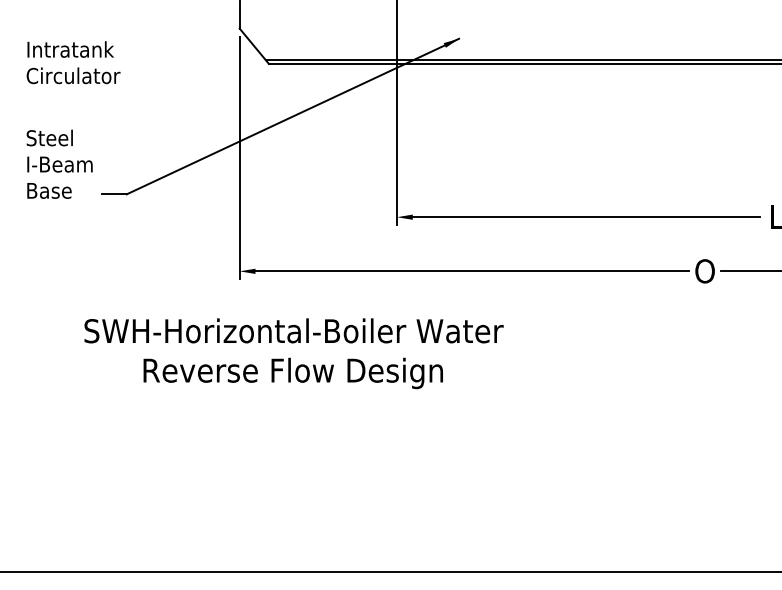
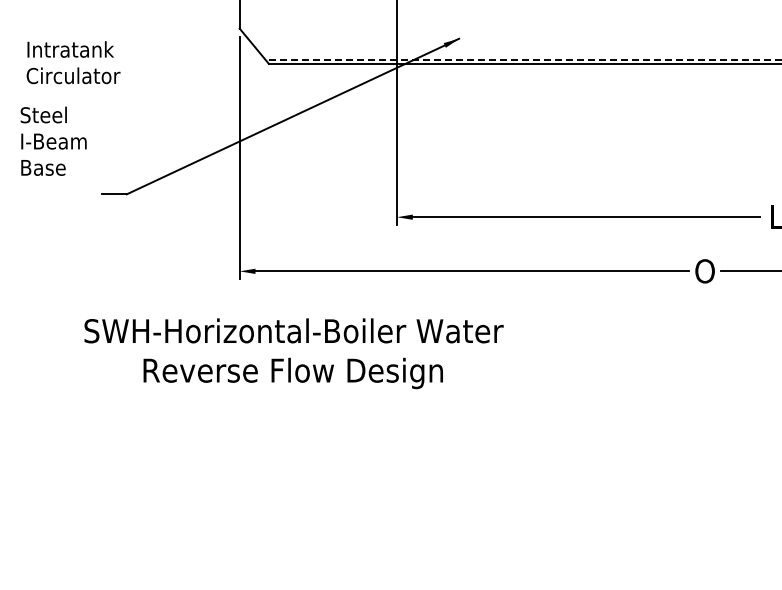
line at (523, 59): solid -> dashed
text at (59, 163) position: (59, 163) -> (53, 140)
line at (390, 572): present -> none
